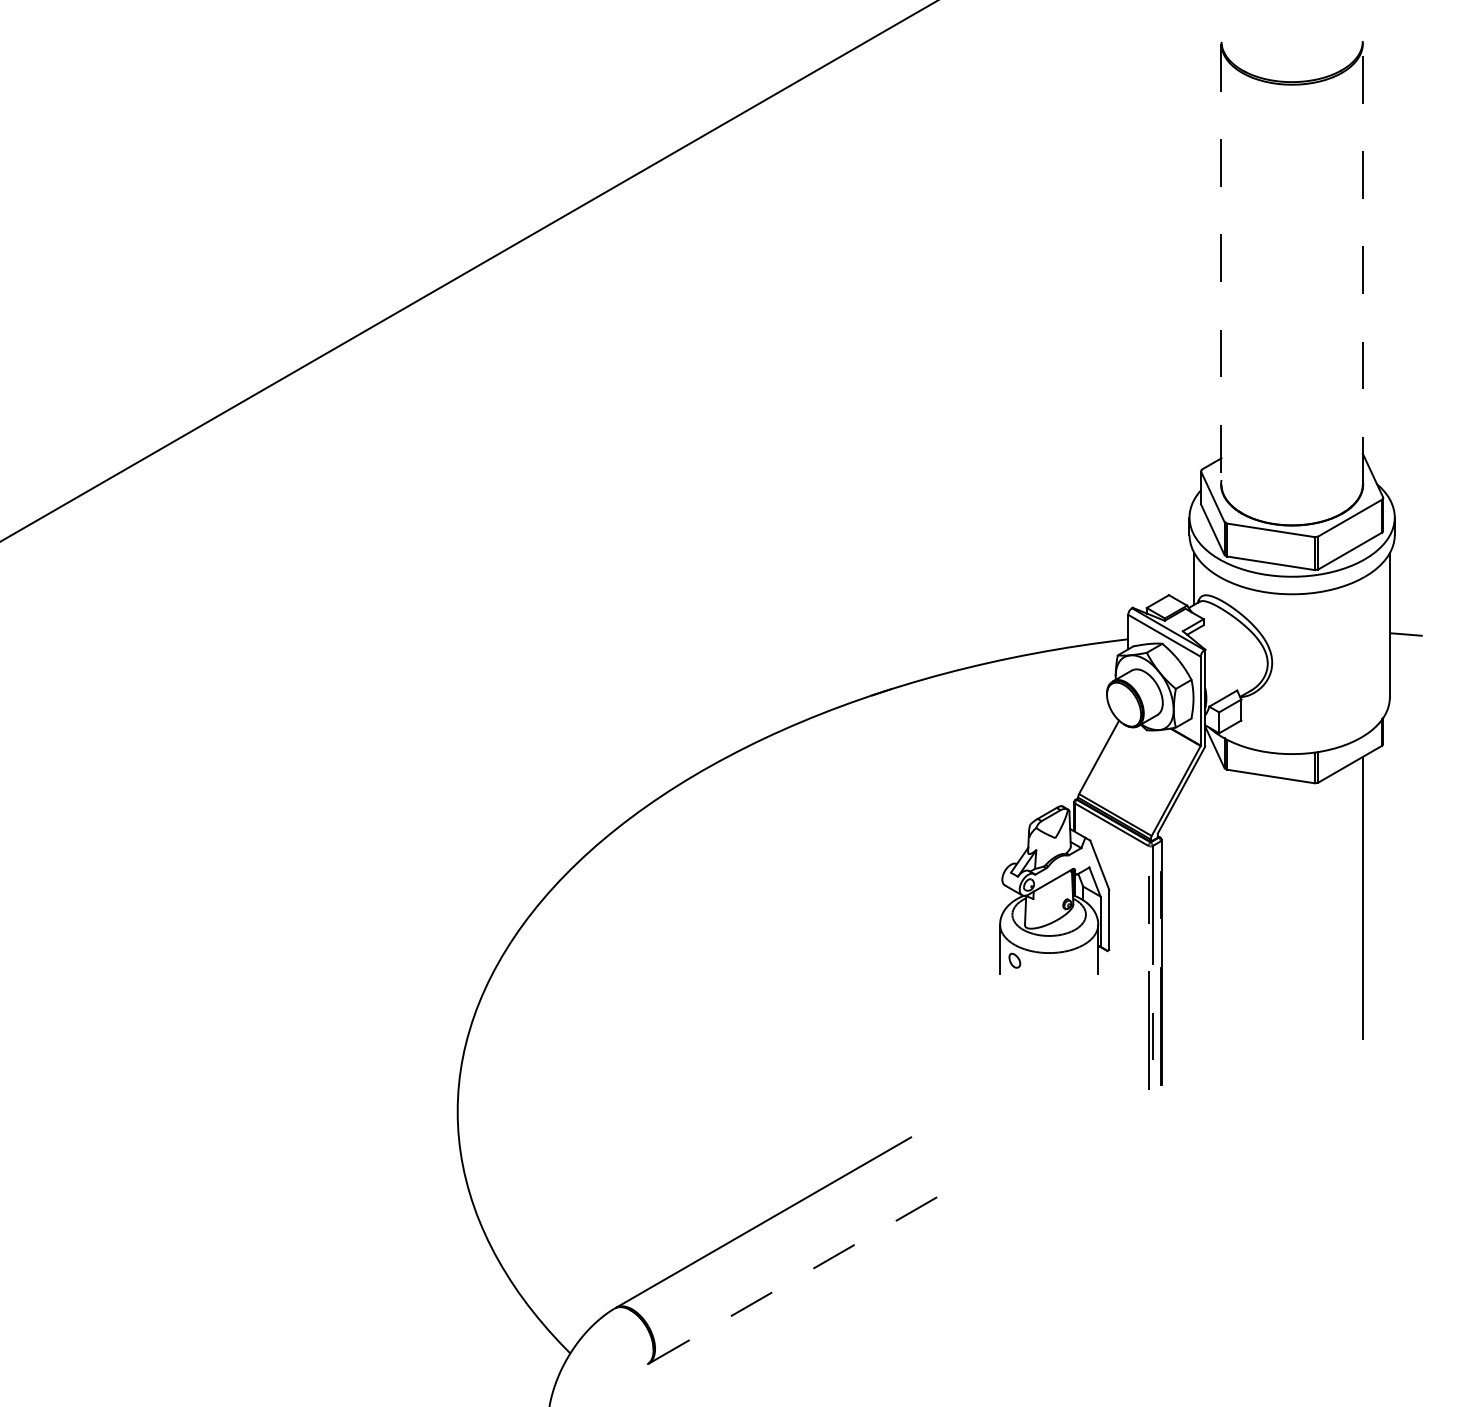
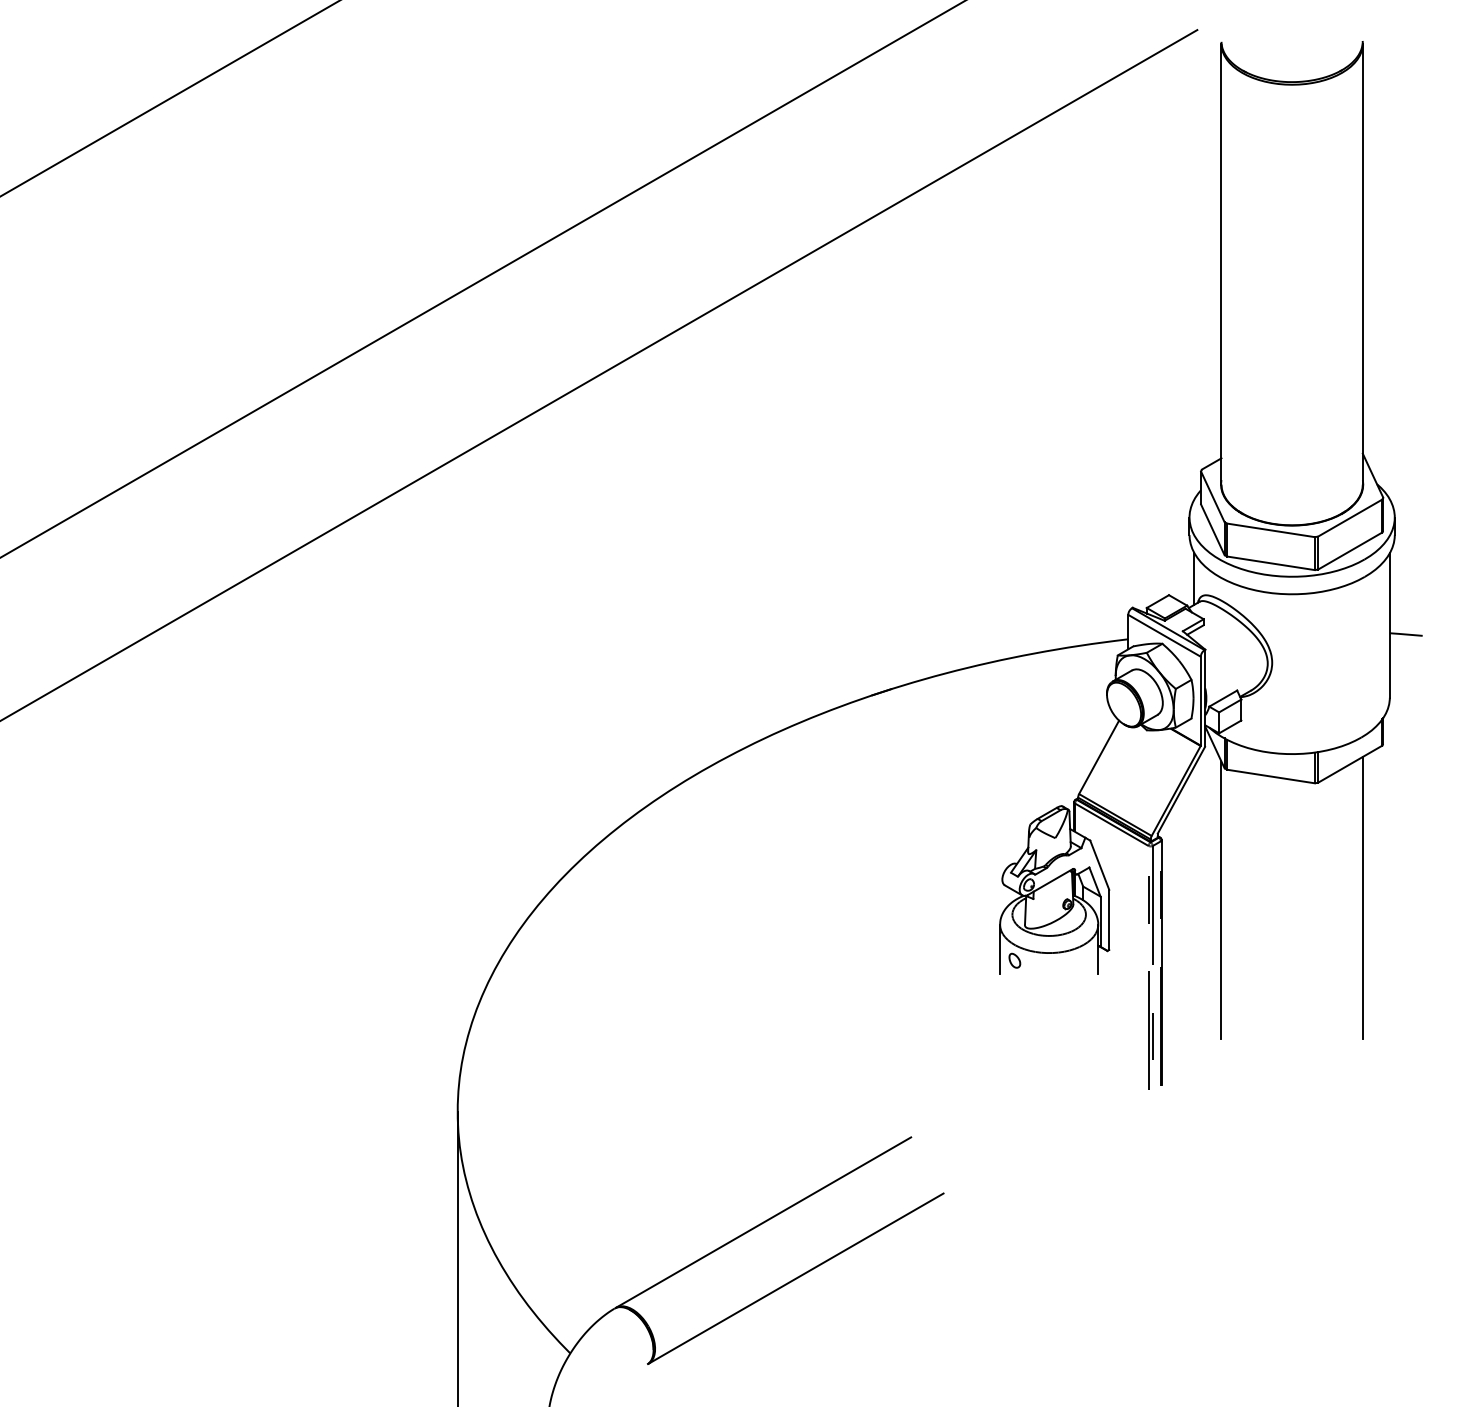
line at (169, 98): none -> present
line at (1362, 263): dashed -> solid
line at (1221, 264): dashed -> solid
line at (468, 271) position: (468, 271) -> (482, 279)
line at (599, 375): none -> present
line at (1221, 900): none -> present
line at (457, 1257): none -> present
line at (796, 1278): dashed -> solid
